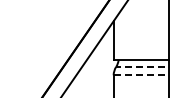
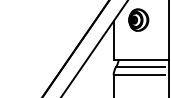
part at (138, 19): none -> present
line at (140, 66): dashed -> solid
line at (138, 75): dashed -> solid
